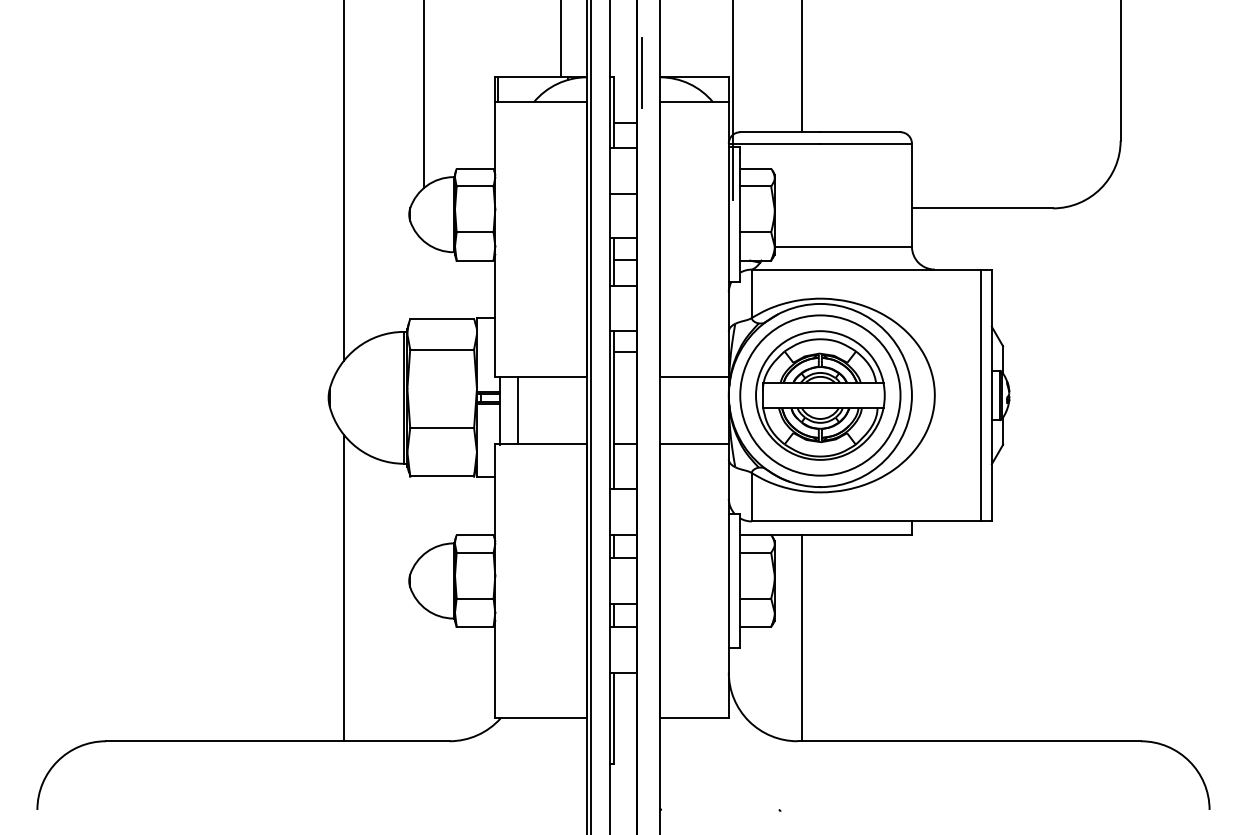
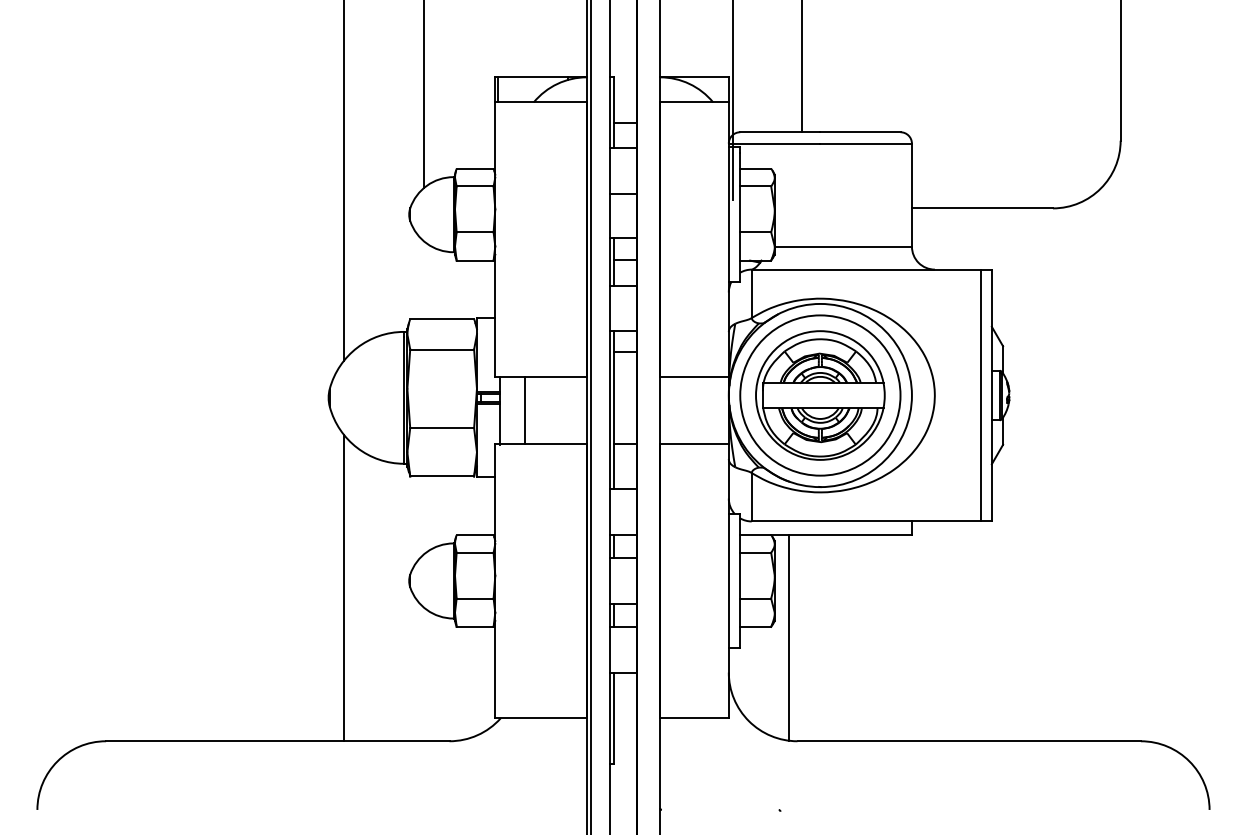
line at (561, 39): present -> none
line at (641, 73): present -> none
line at (518, 410) position: (518, 410) -> (525, 410)
line at (802, 638) position: (802, 638) -> (789, 638)
